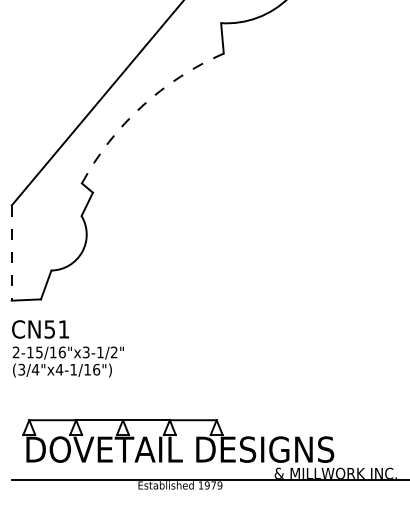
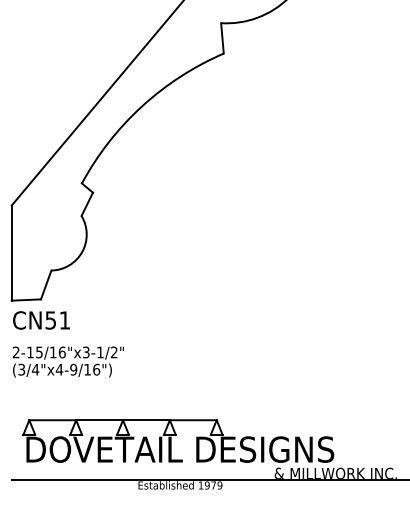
arc at (141, 106): dashed -> solid
line at (11, 253): dashed -> solid
text at (40, 329) position: (40, 329) -> (41, 320)
text at (73, 369): (3/4"x4-1/16") -> (3/4"x4-9/16")
